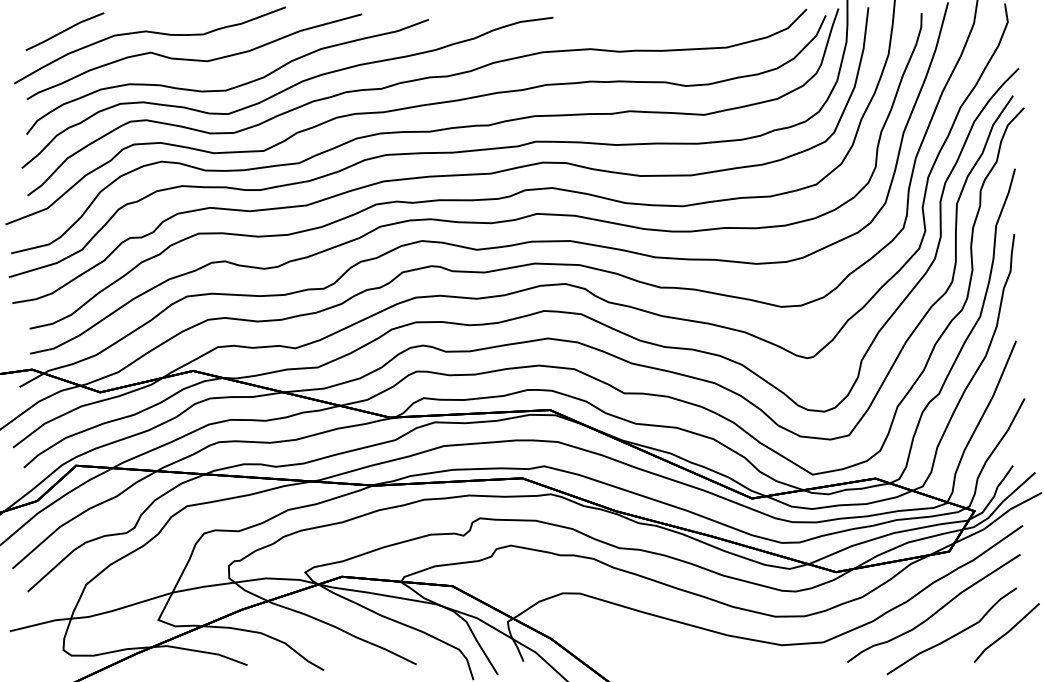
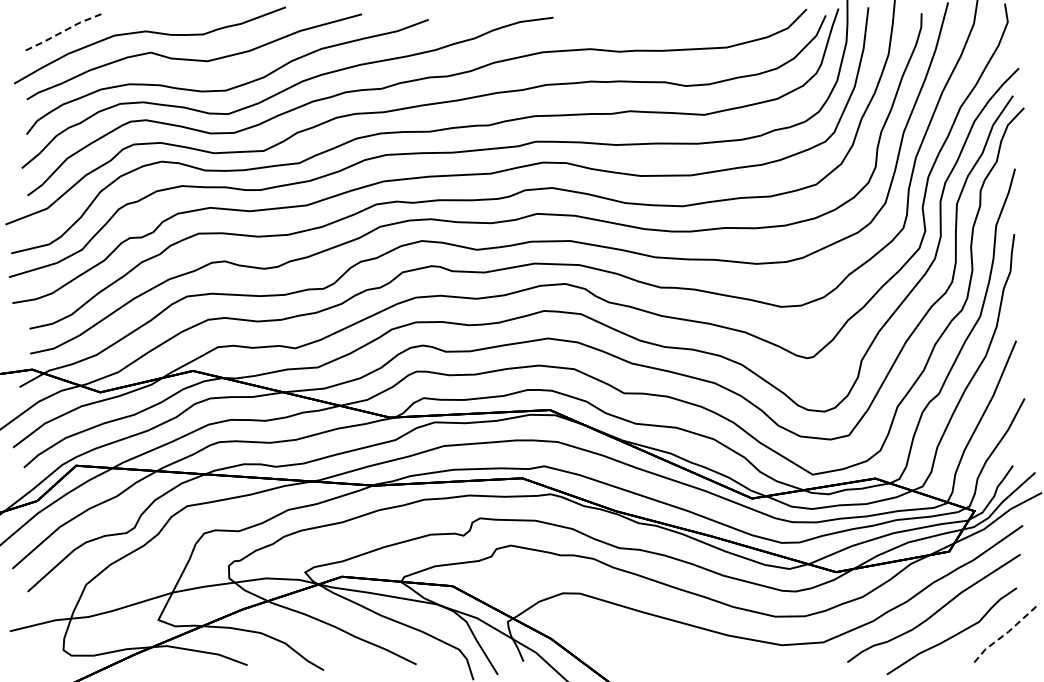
line at (64, 30): solid -> dashed
line at (1006, 633): solid -> dashed
